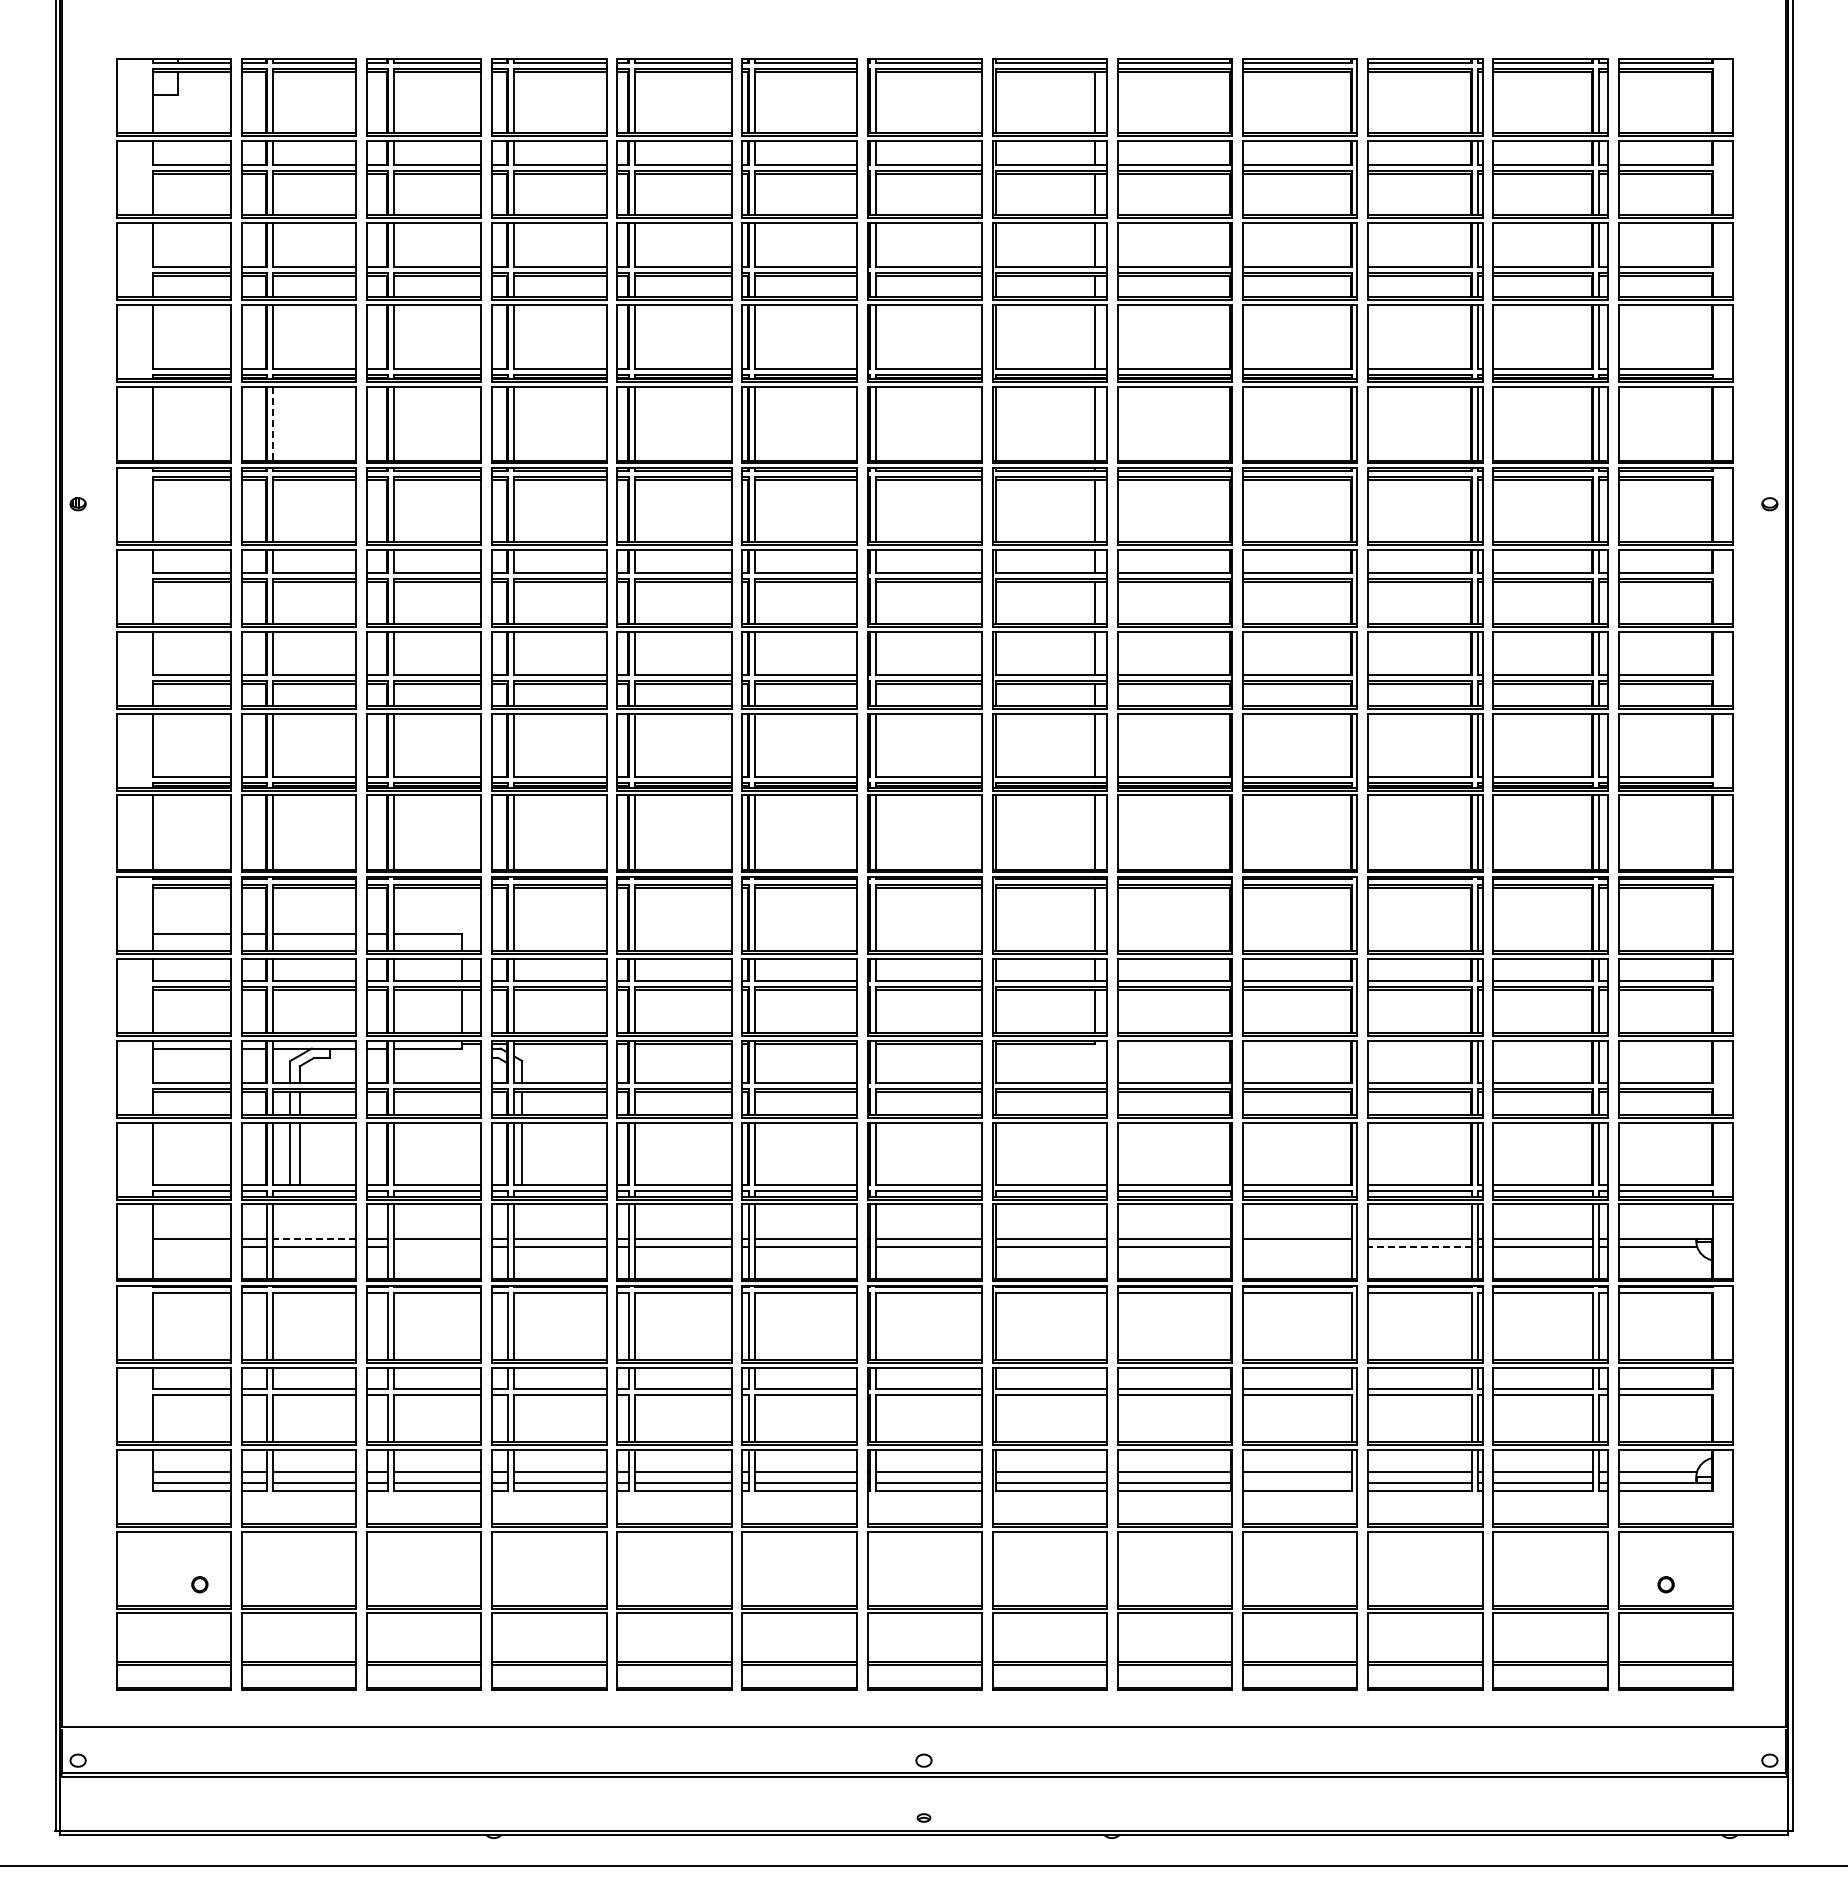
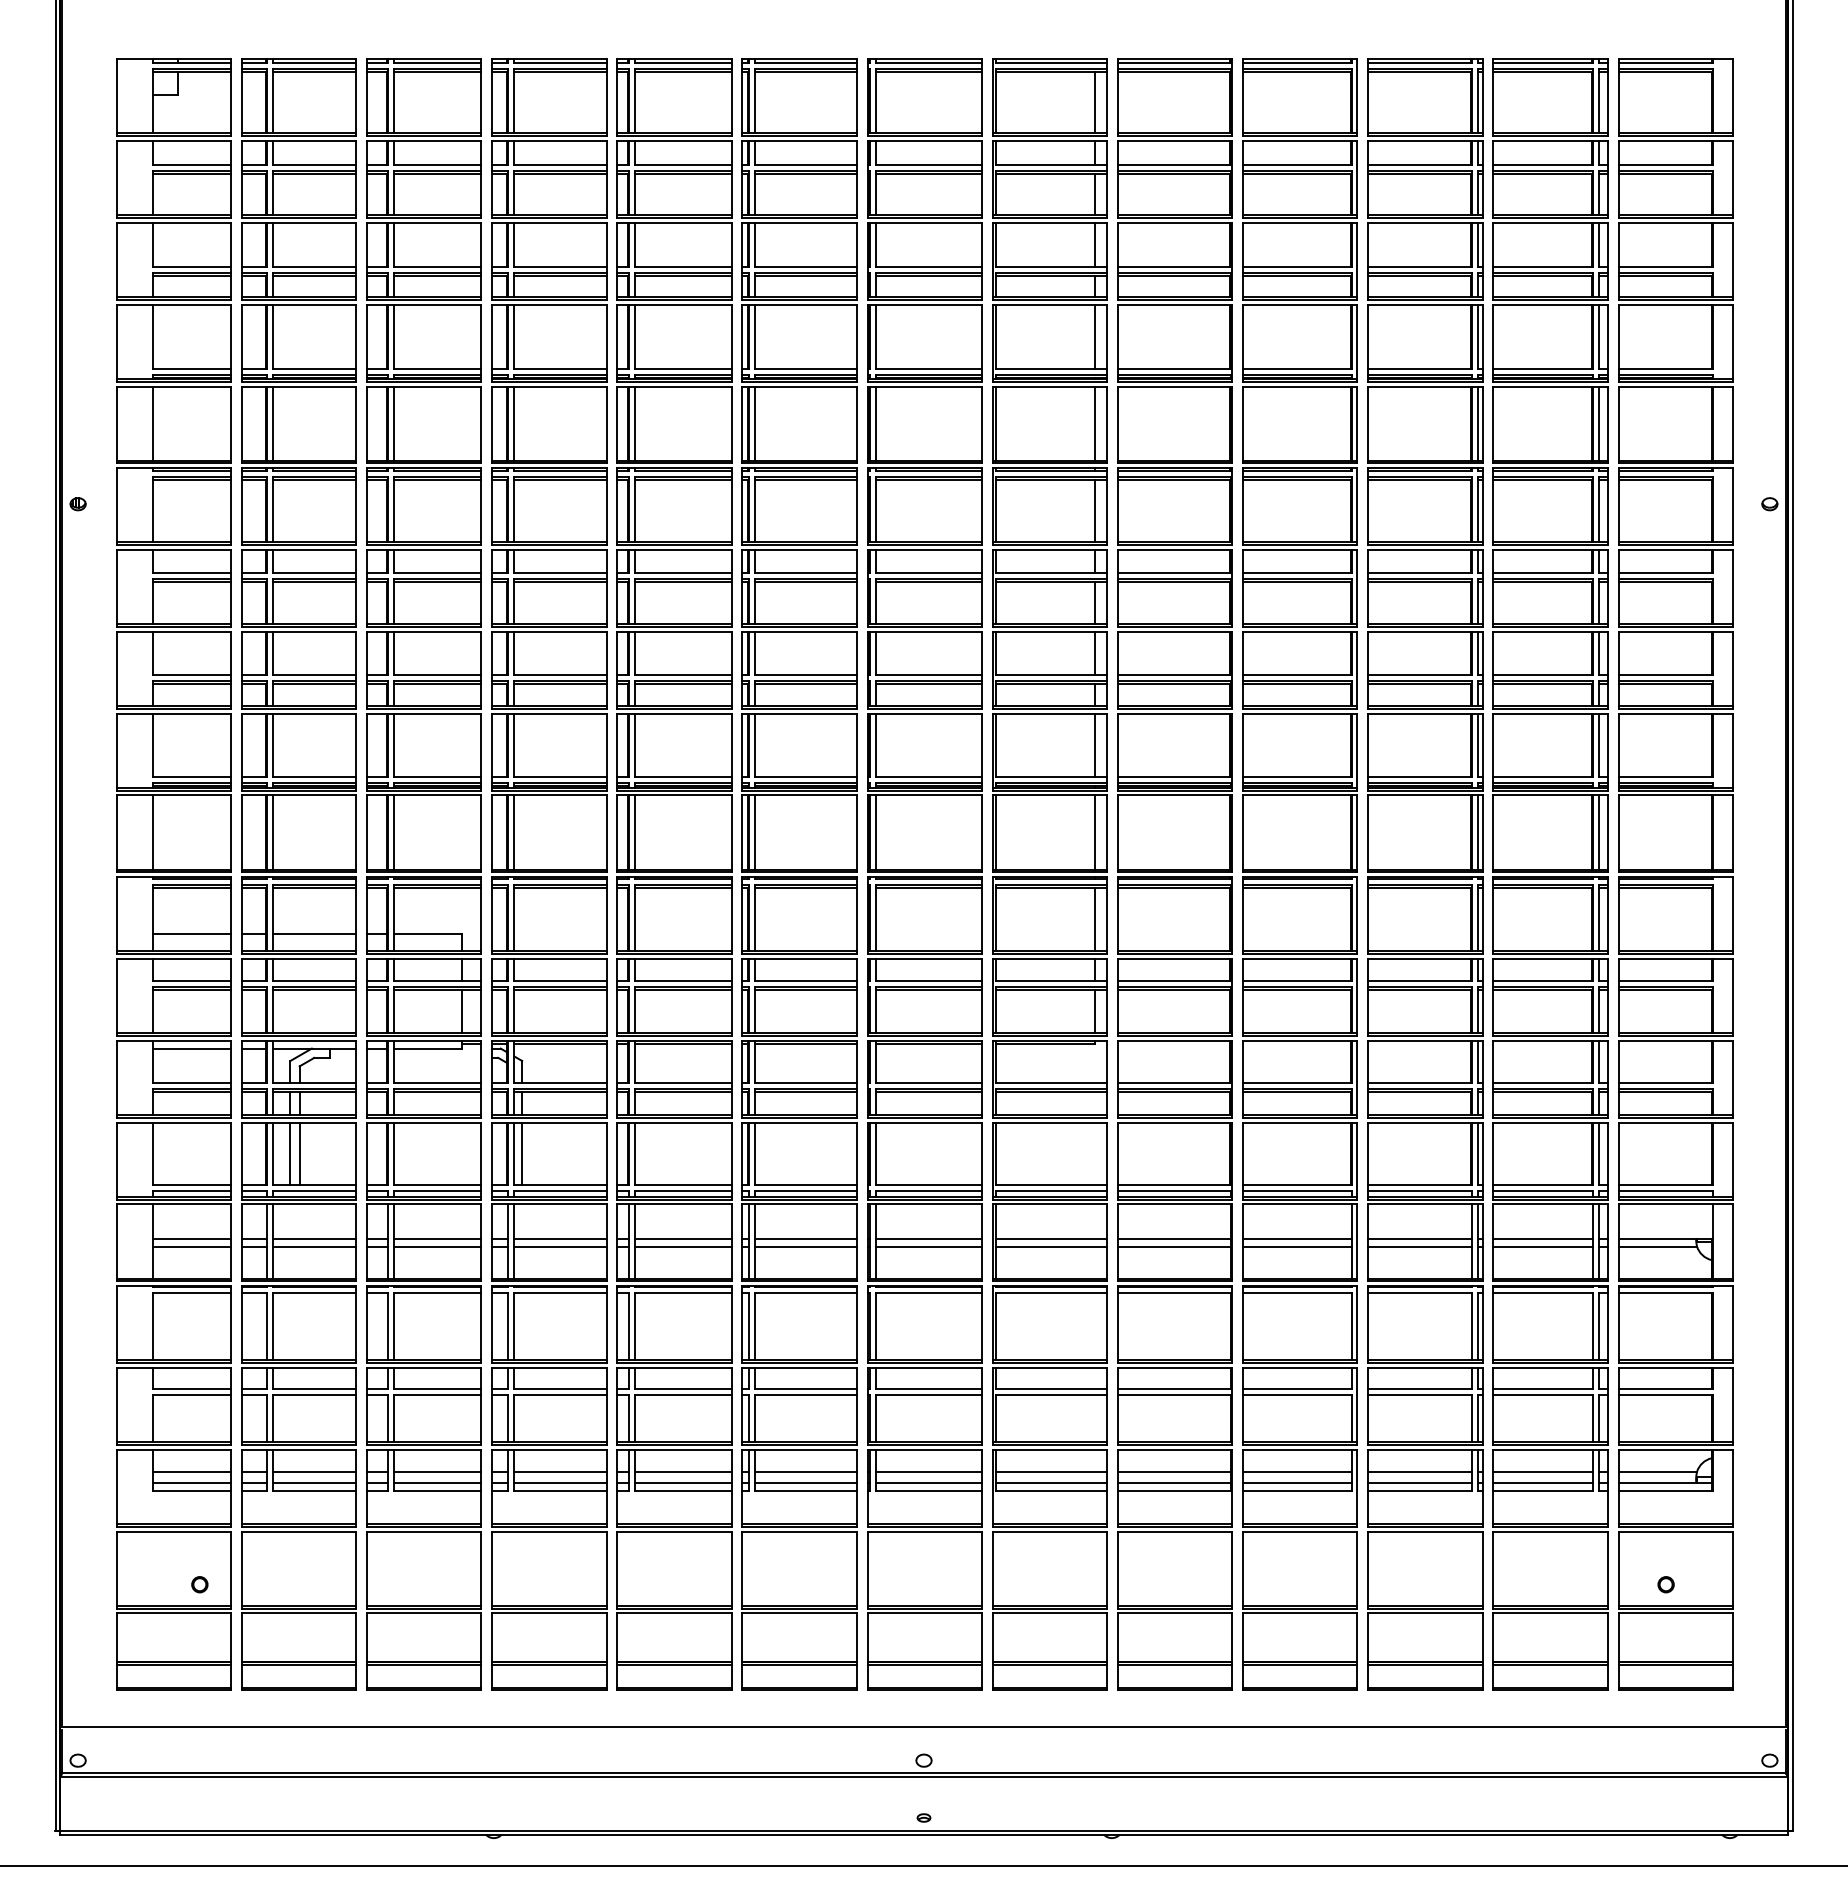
line at (273, 424): dashed -> solid
line at (314, 1238): dashed -> solid
line at (191, 1246): none -> present
line at (437, 1246): none -> present
line at (1297, 1246): none -> present
line at (1419, 1246): dashed -> solid
line at (1297, 1482): none -> present
